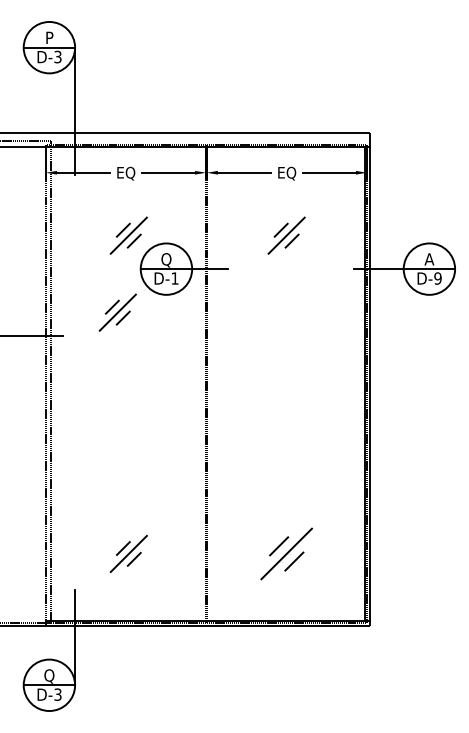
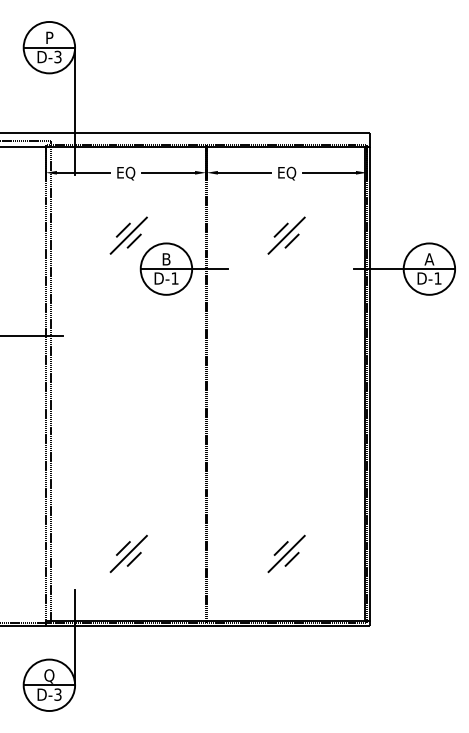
text at (166, 260): Q -> B
text at (437, 278): D-9 -> D-1
part at (117, 312): present -> none
part at (286, 553) size: 54x54 px -> 39x40 px
